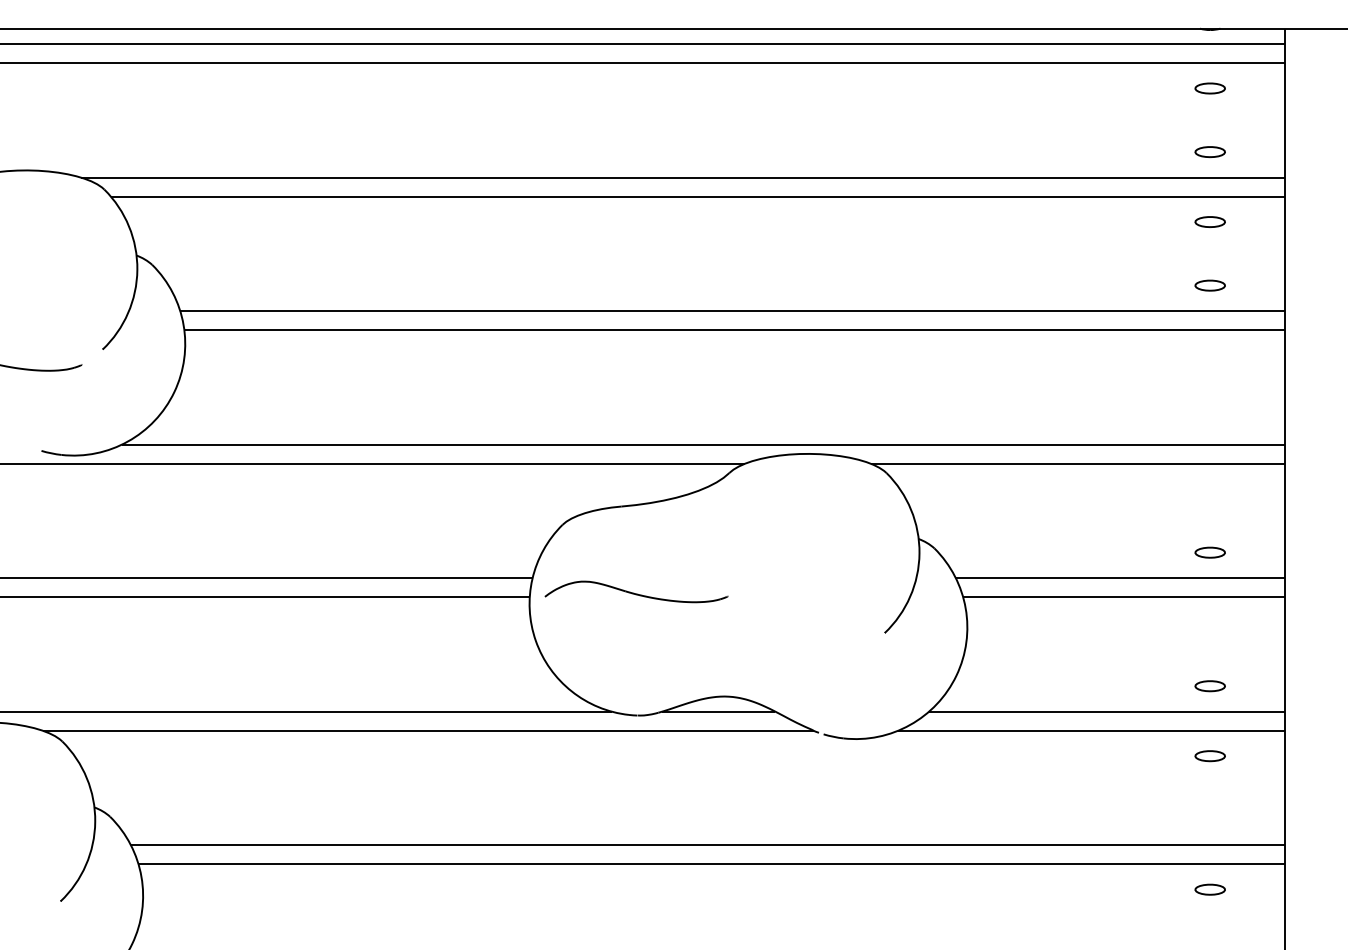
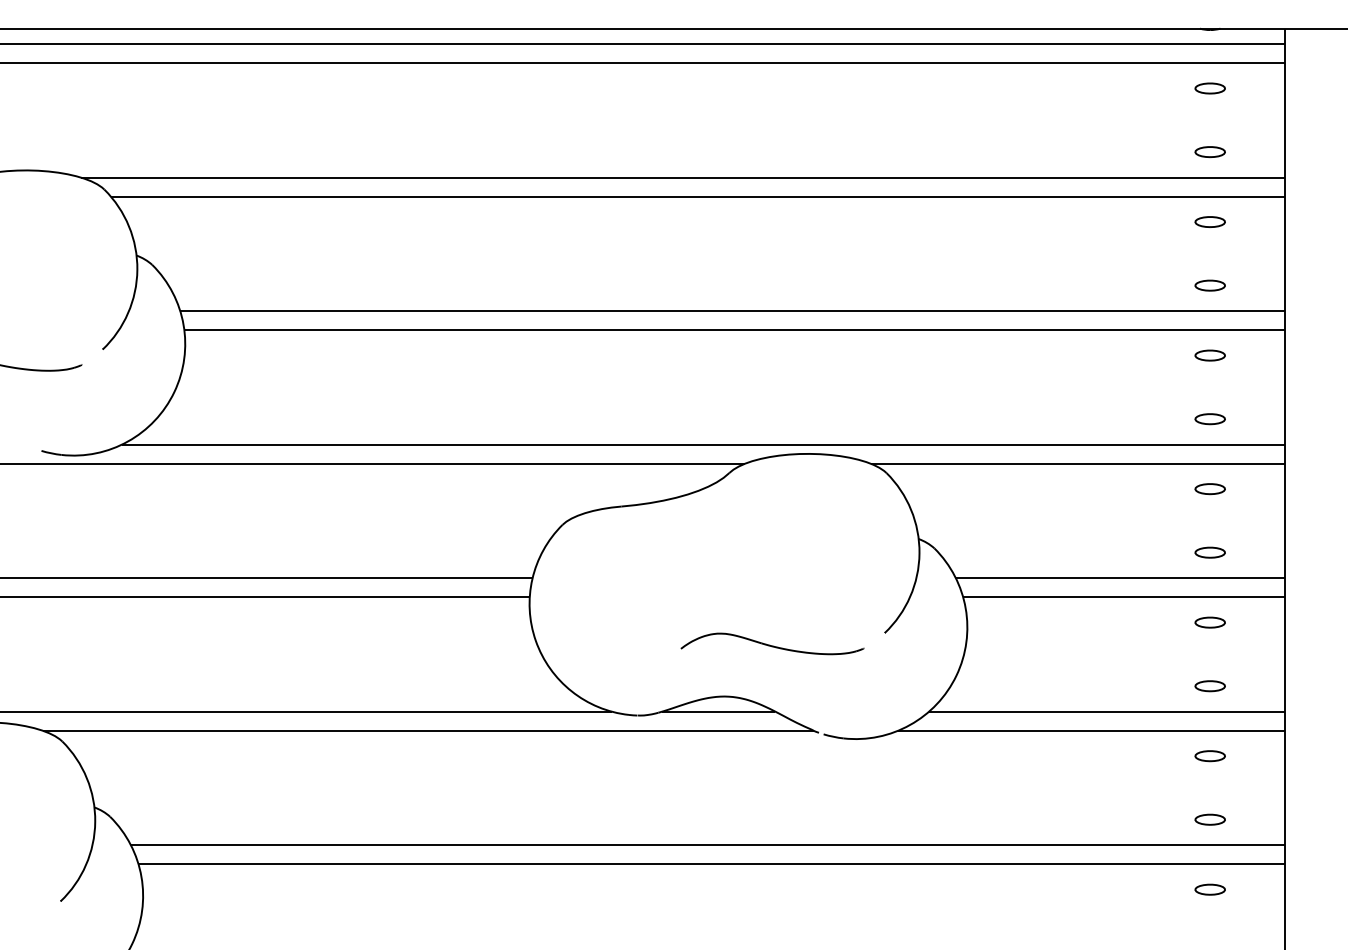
part at (1209, 355): none -> present
part at (1209, 419): none -> present
part at (1209, 489): none -> present
part at (636, 591) position: (636, 591) -> (772, 643)
part at (1209, 622): none -> present
part at (1209, 819): none -> present
